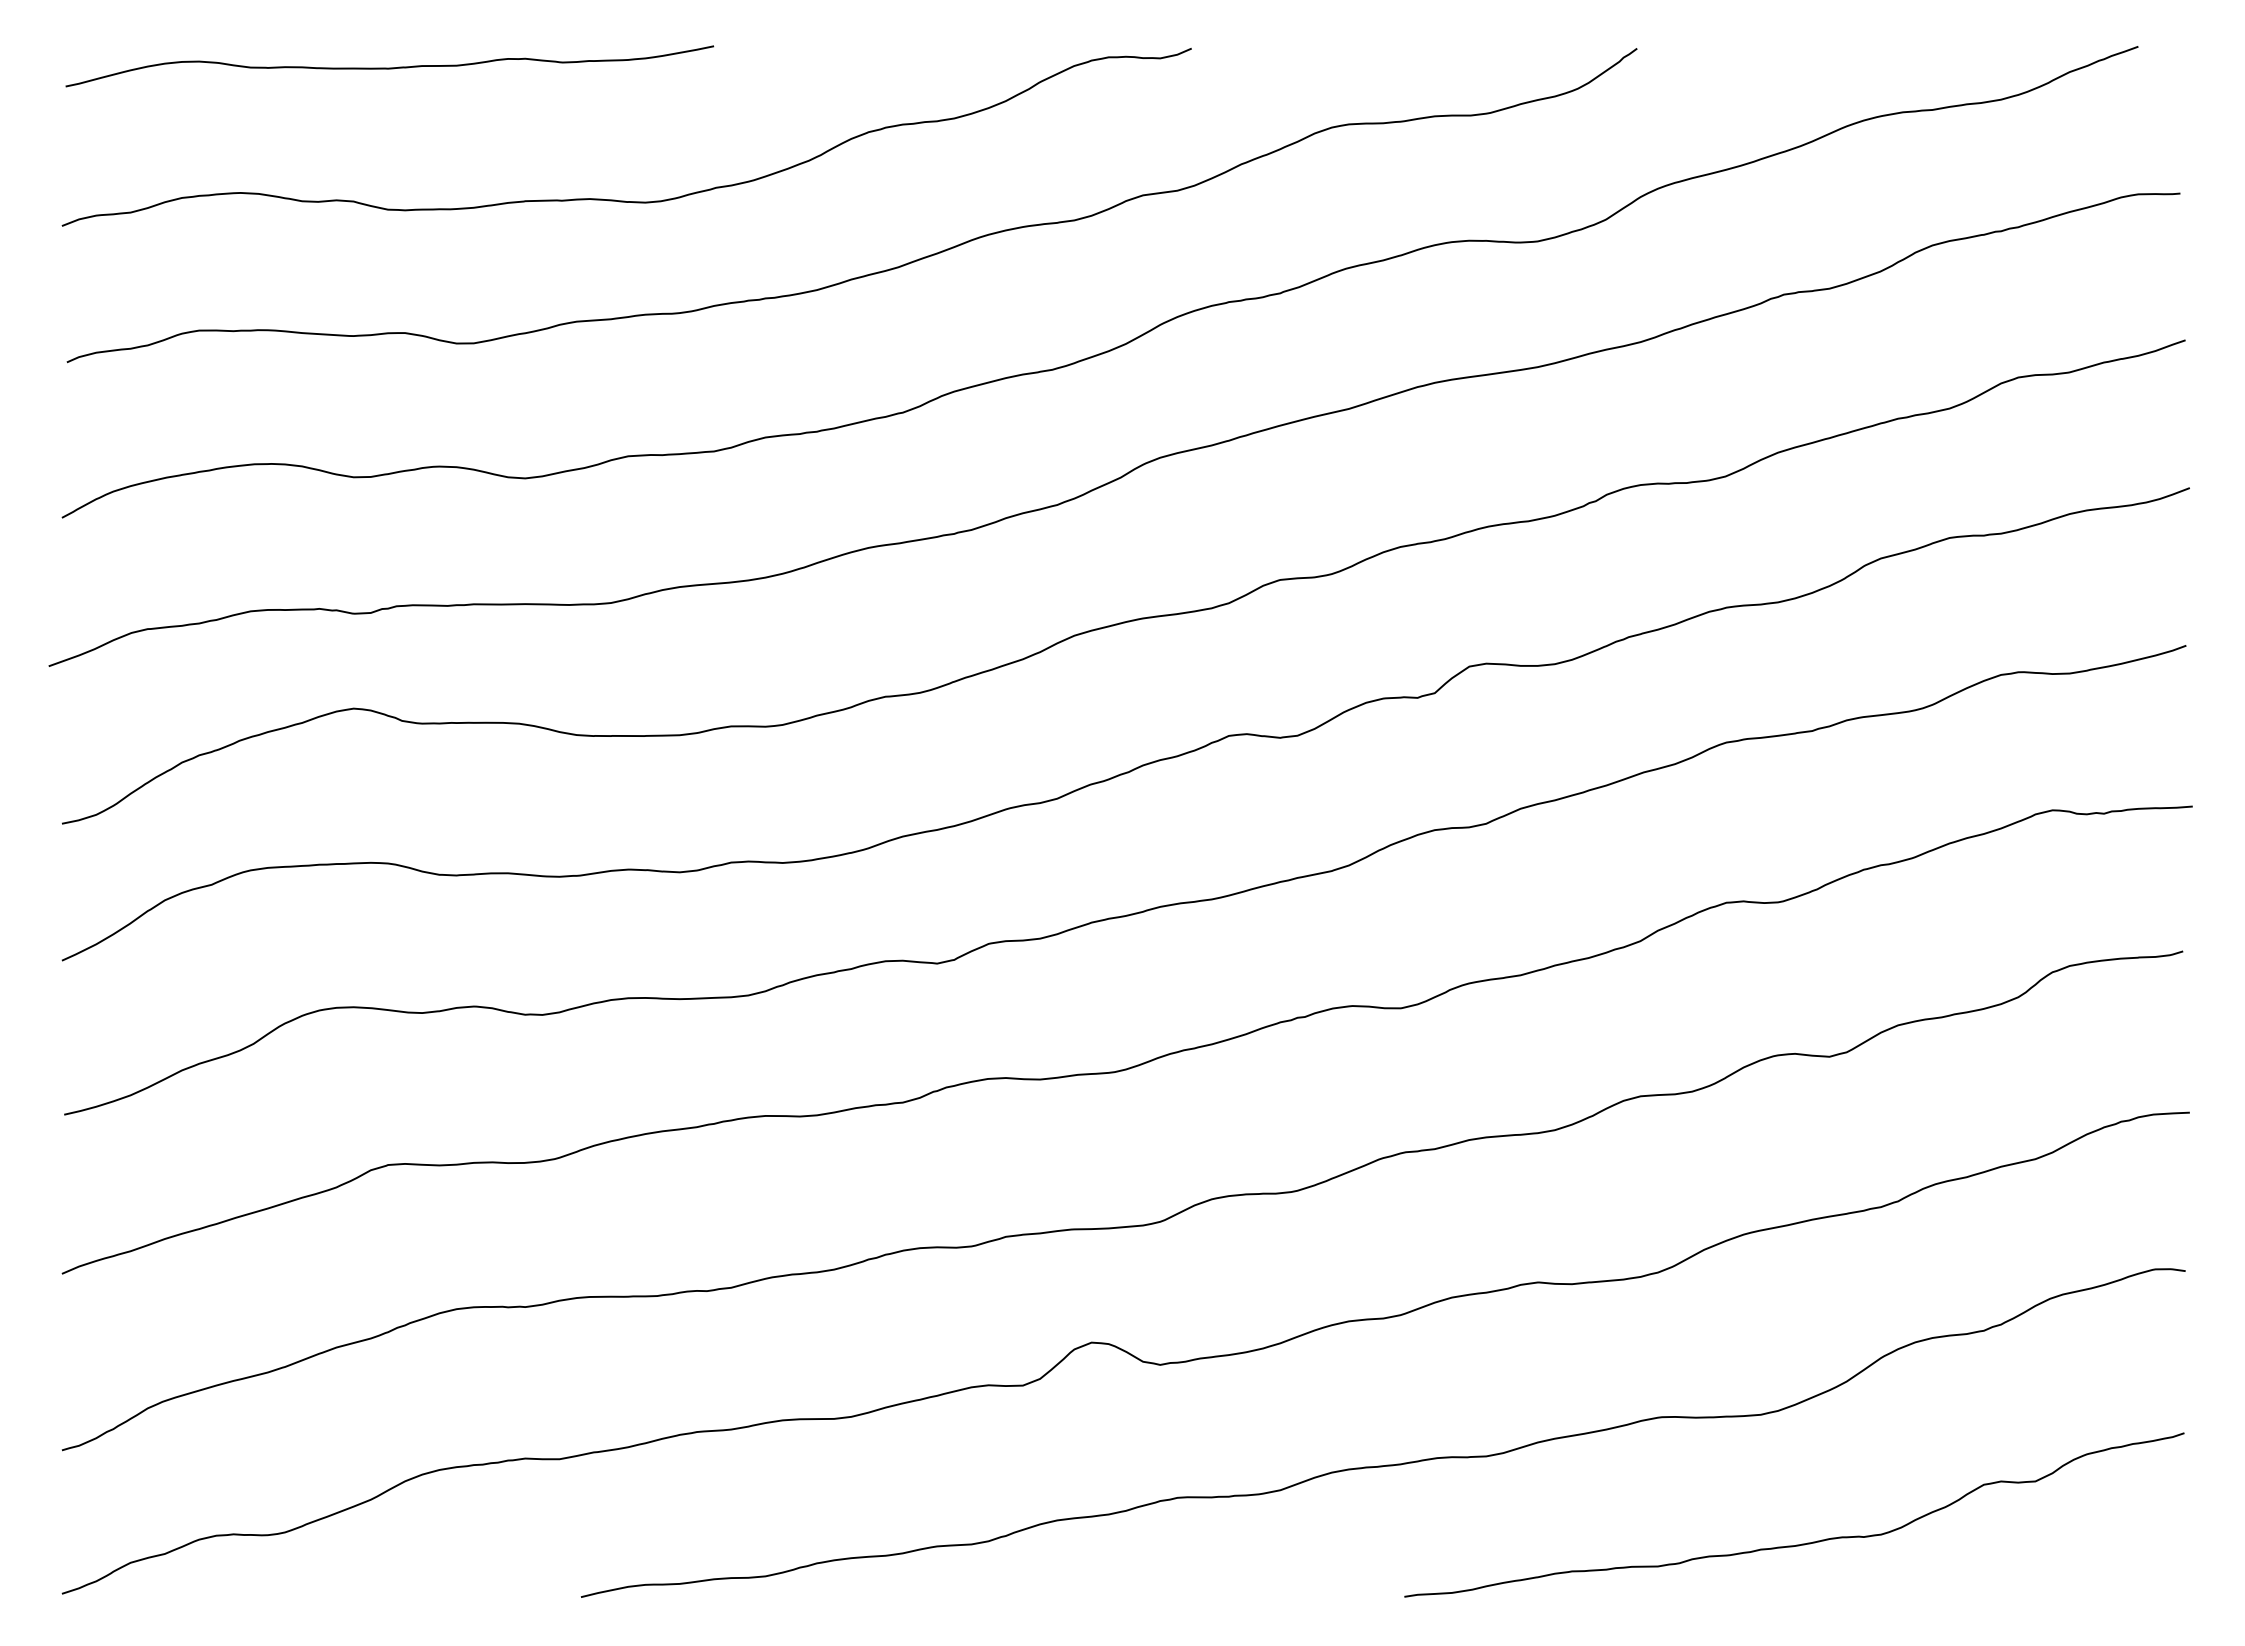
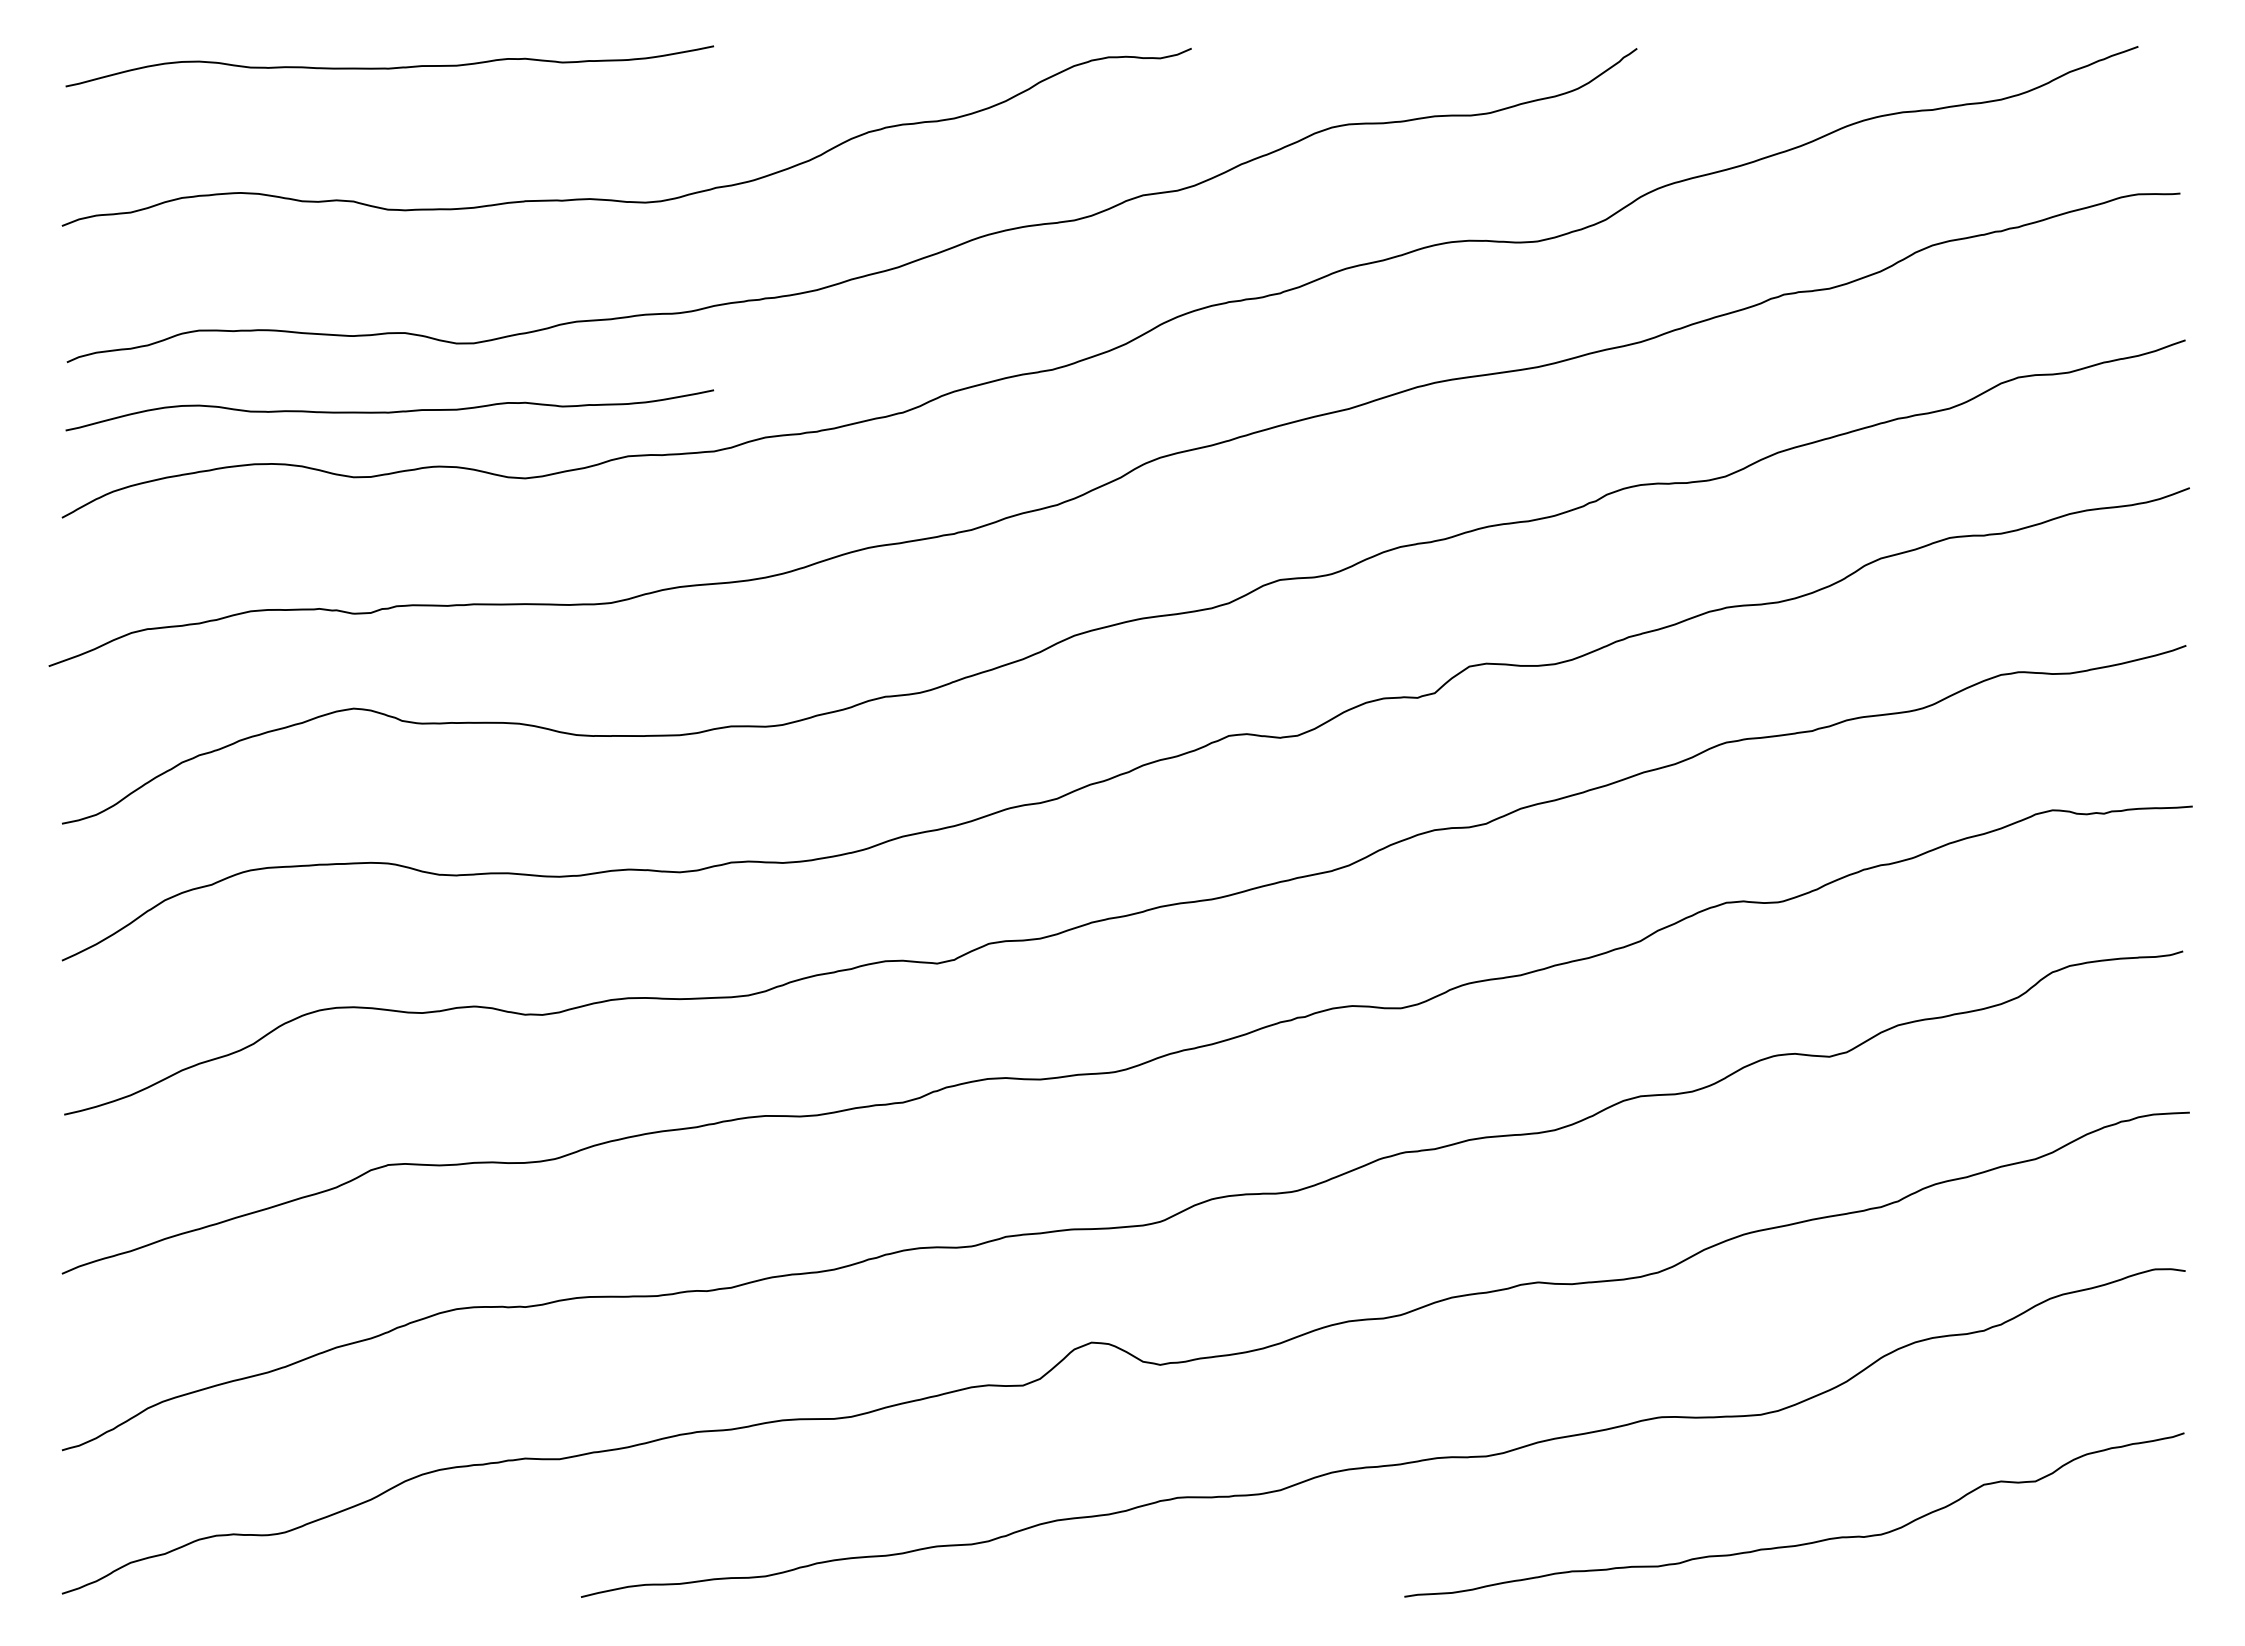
curve at (389, 411): none -> present
